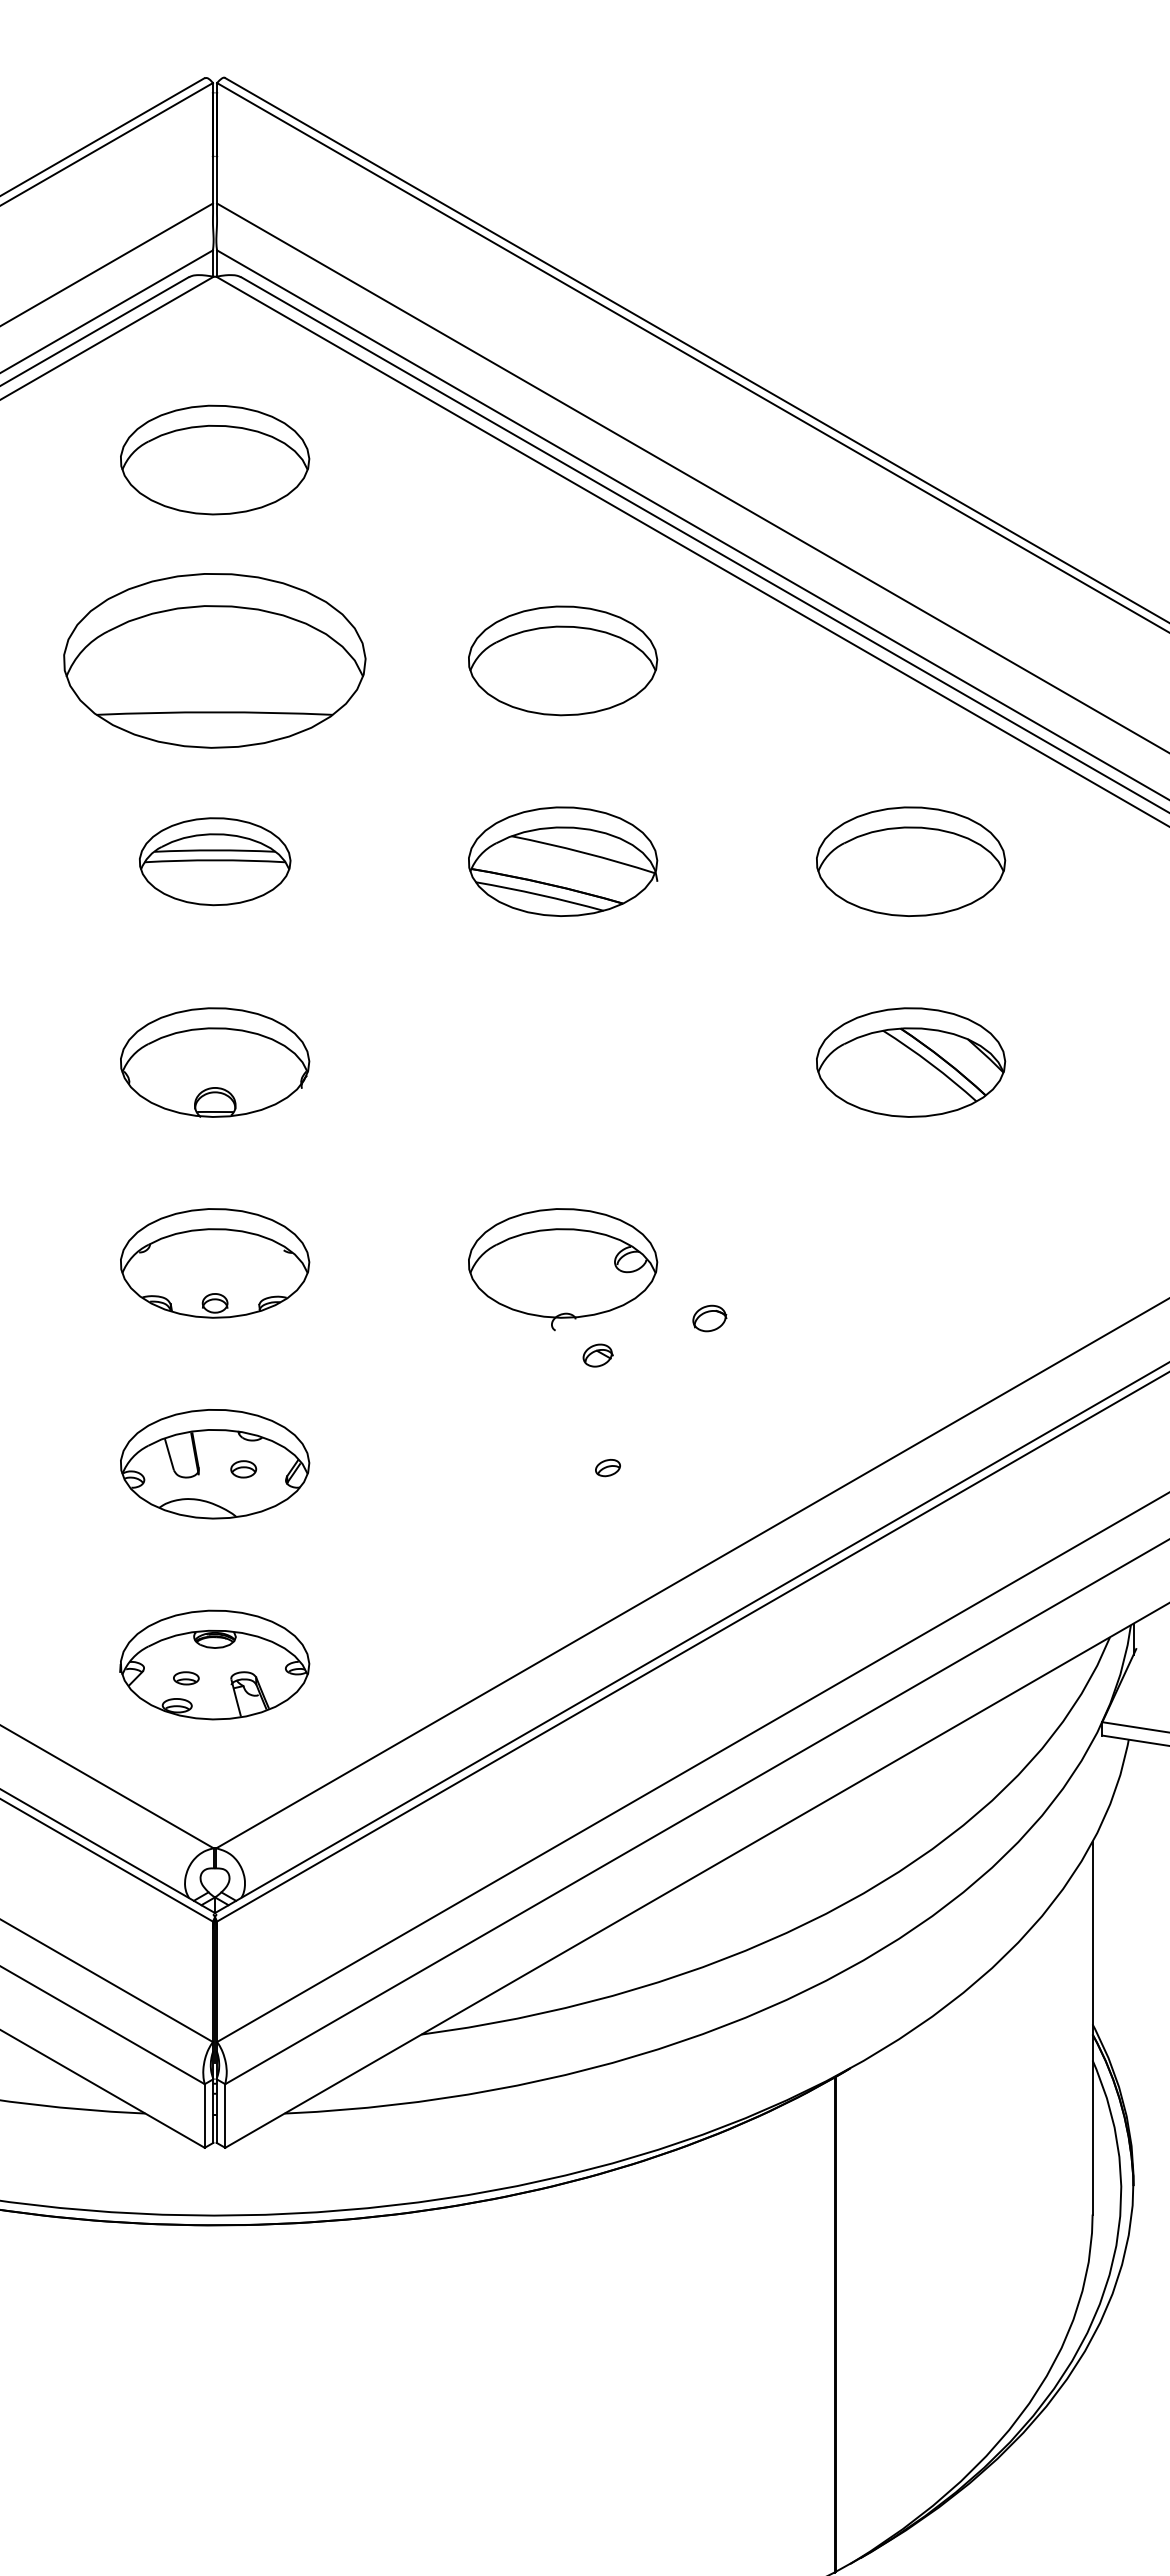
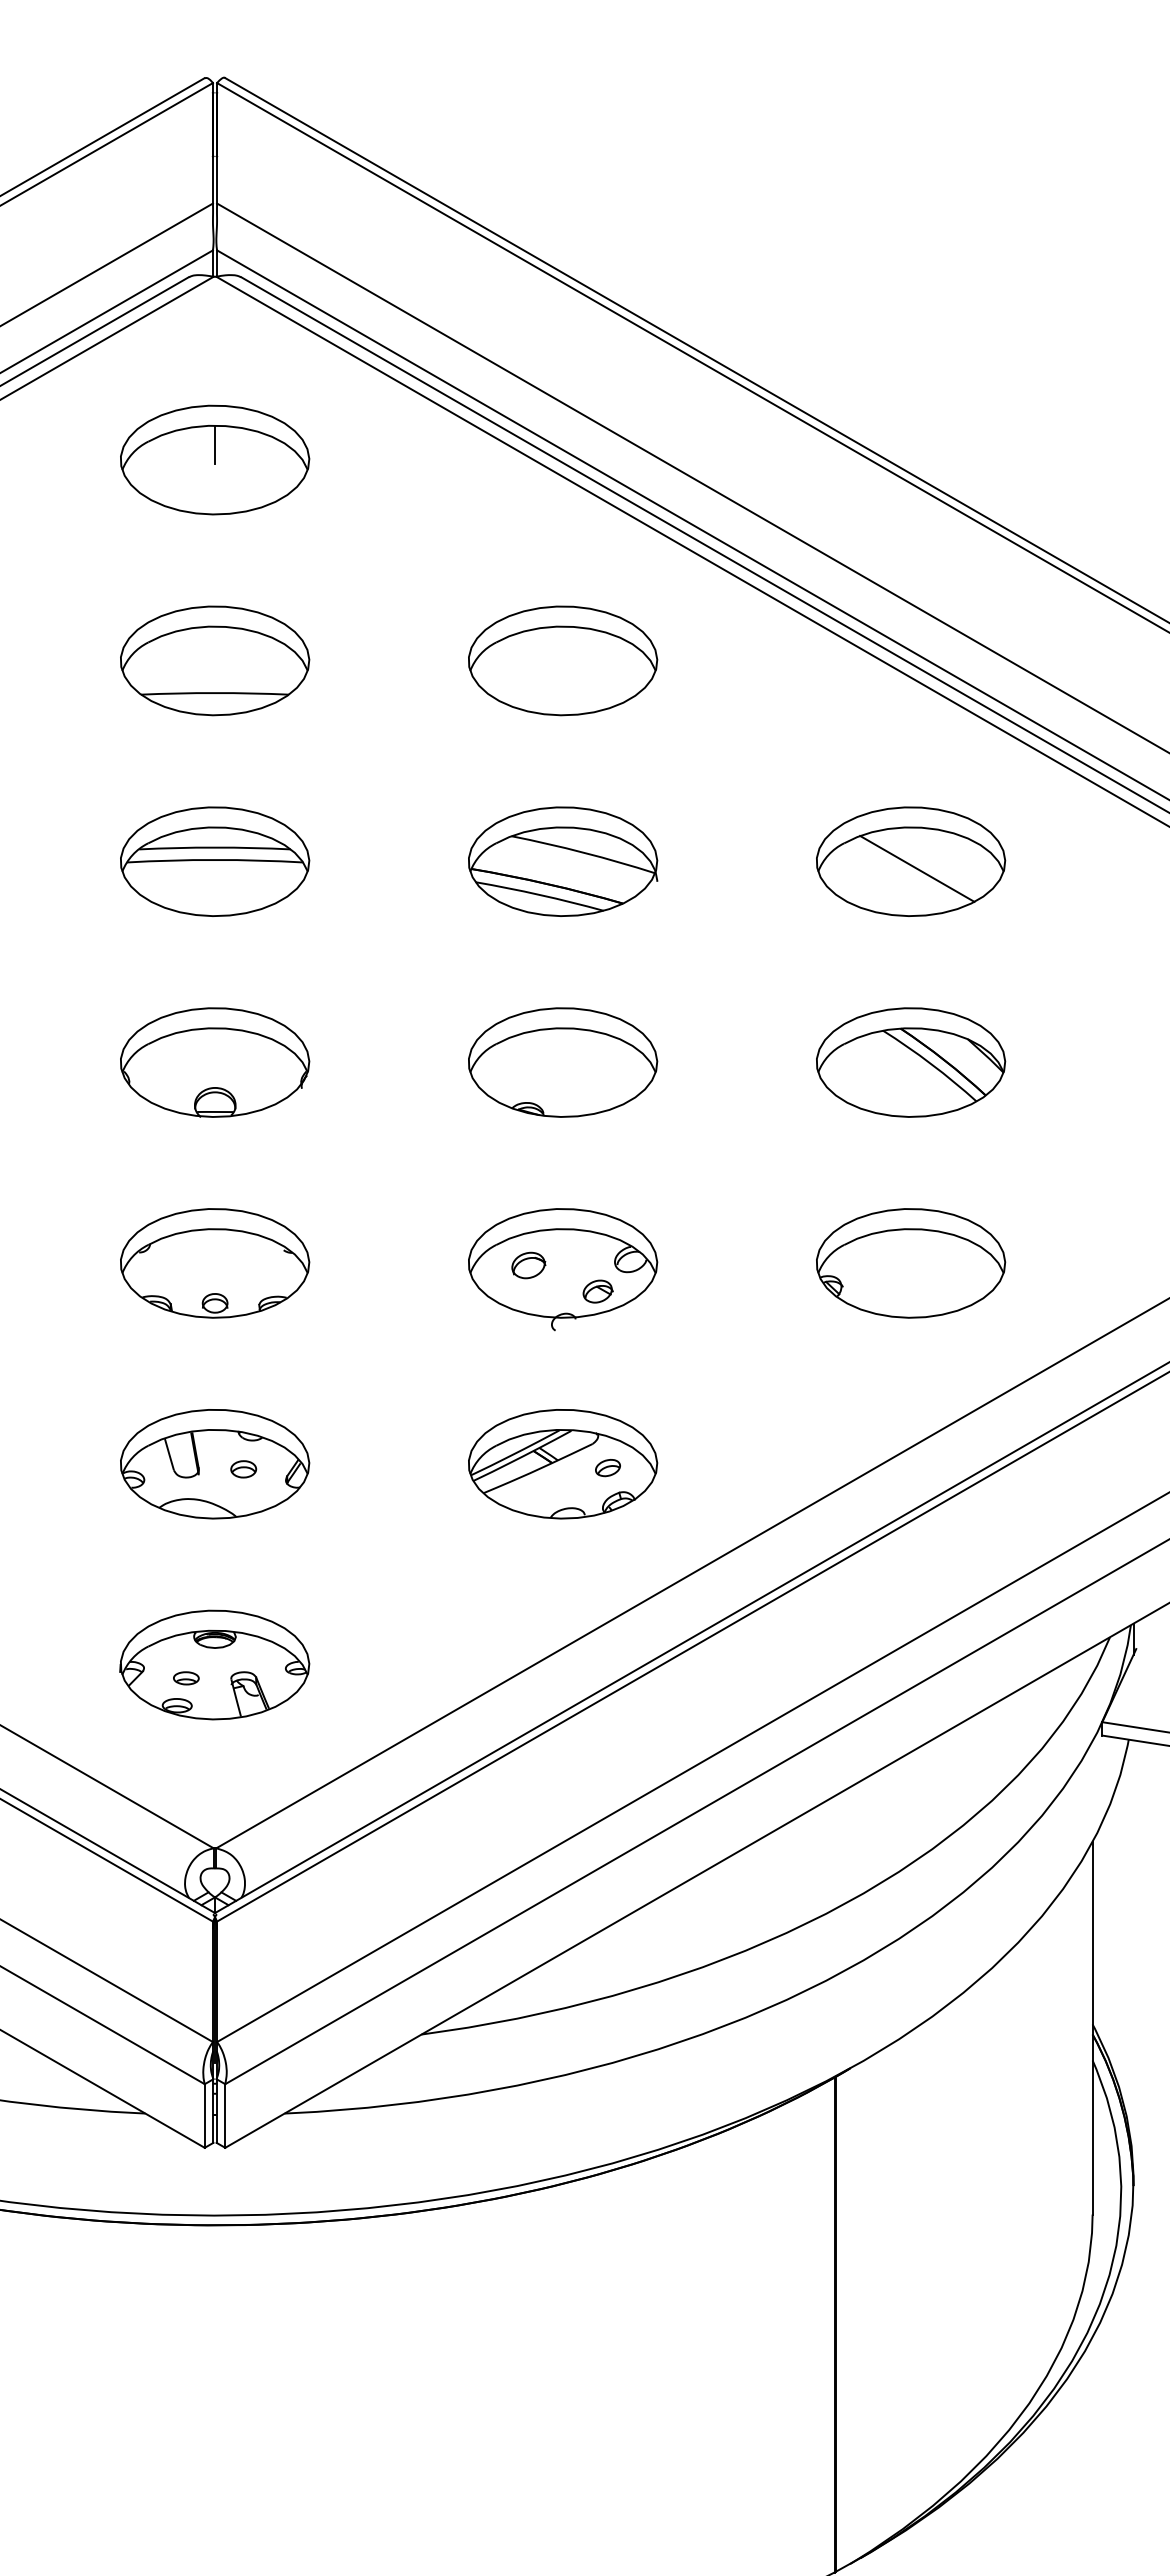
line at (215, 444): none -> present
part at (214, 660) size: 304x176 px -> 191x112 px
part at (215, 861) size: 153x90 px -> 191x111 px
line at (917, 868): none -> present
part at (563, 1062): none -> present
part at (911, 1263): none -> present
part at (709, 1318) position: (709, 1318) -> (528, 1265)
part at (597, 1355) position: (597, 1355) -> (597, 1291)
part at (563, 1464): none -> present
